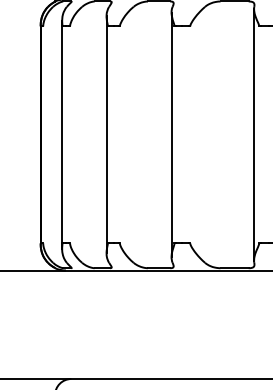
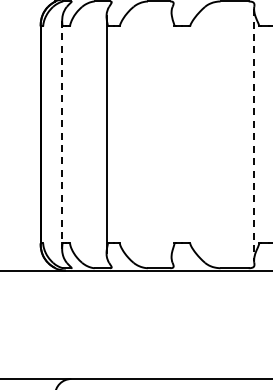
line at (171, 134): present -> none
line at (254, 134): solid -> dashed
line at (62, 135): solid -> dashed
